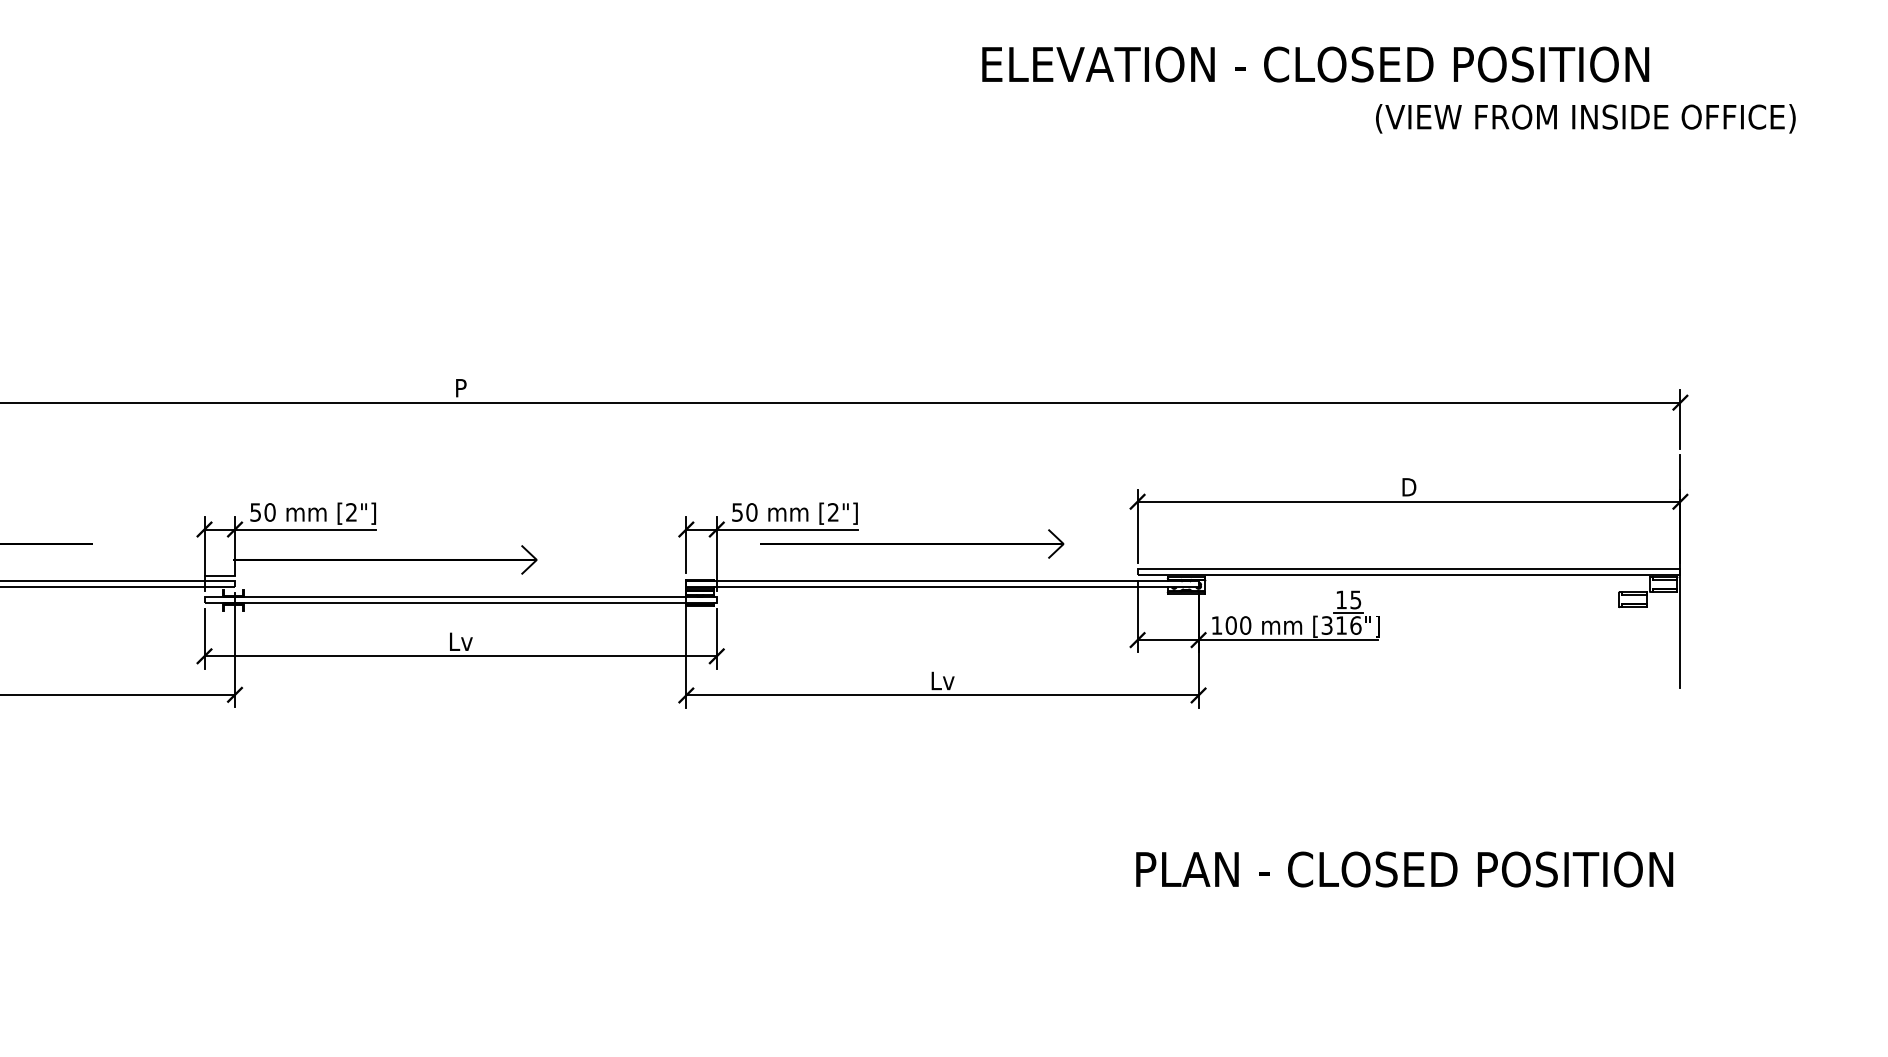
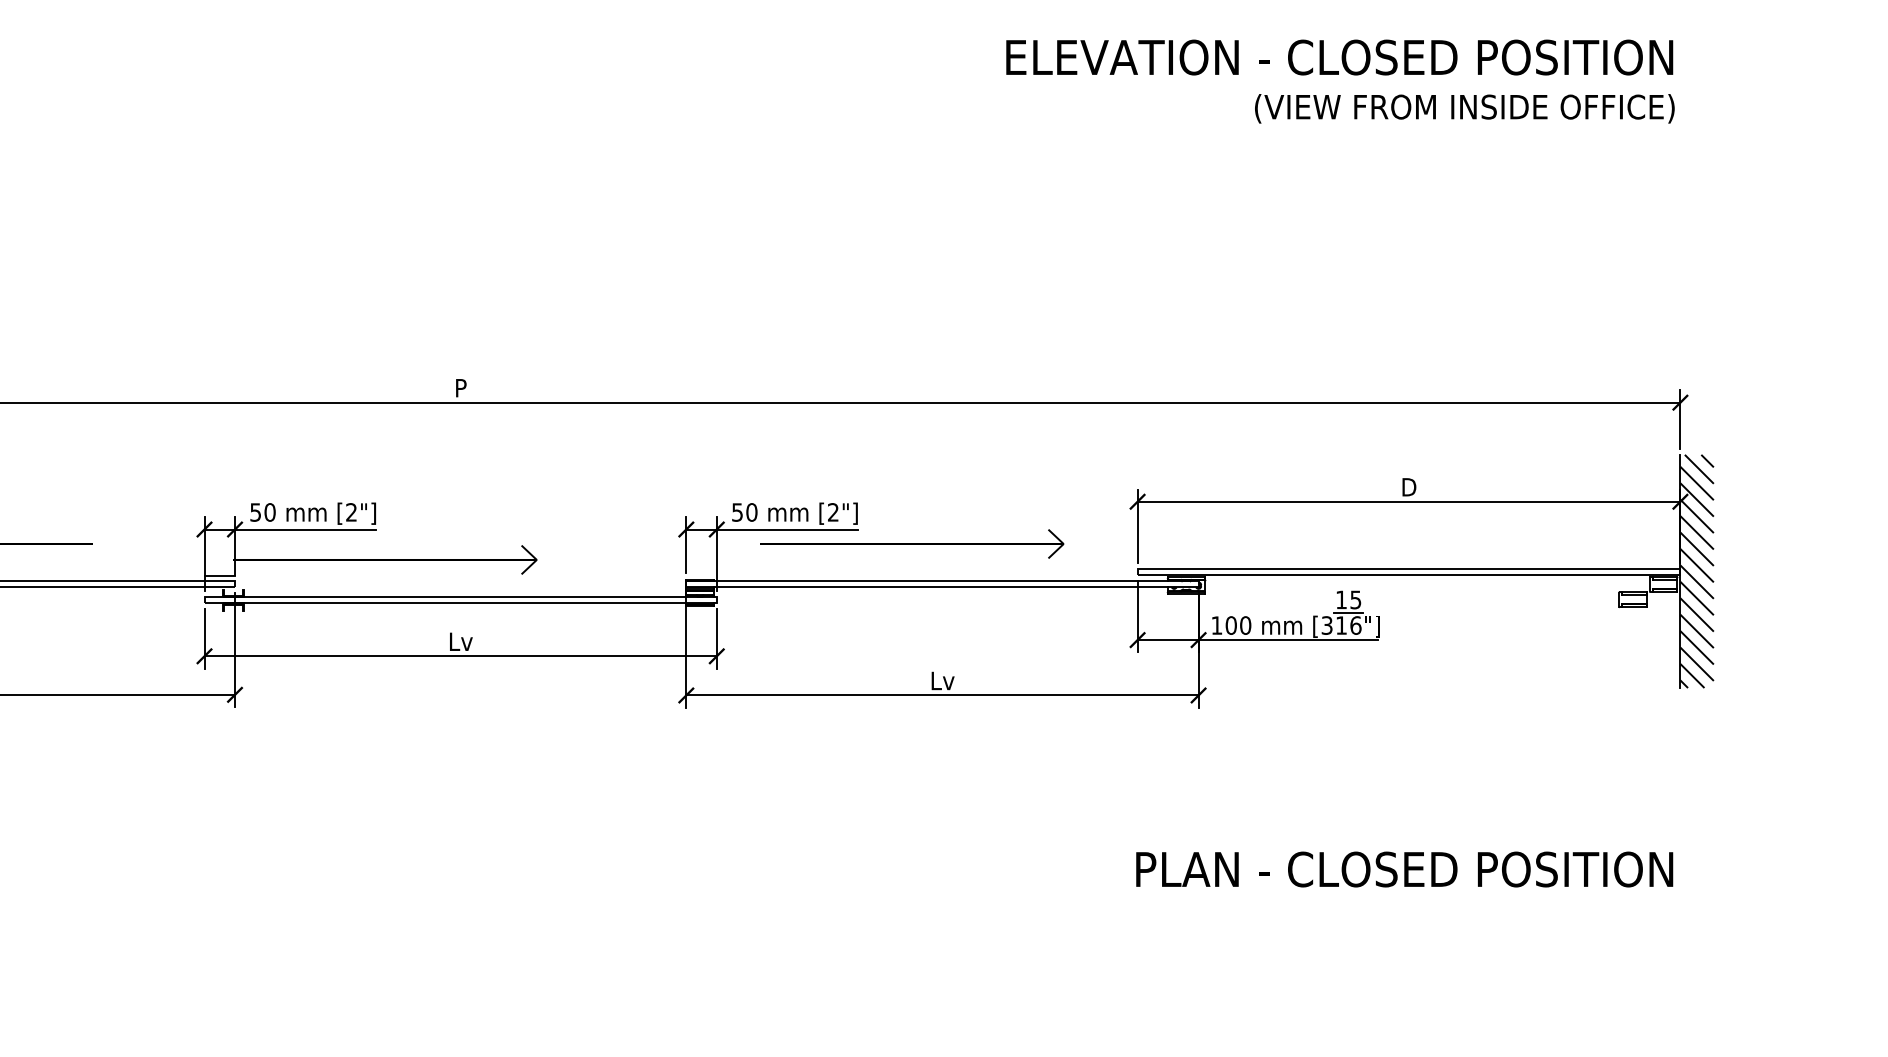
text at (1315, 64) position: (1315, 64) -> (1339, 57)
text at (1585, 118) position: (1585, 118) -> (1464, 108)
hatch at (1696, 571): none -> present
